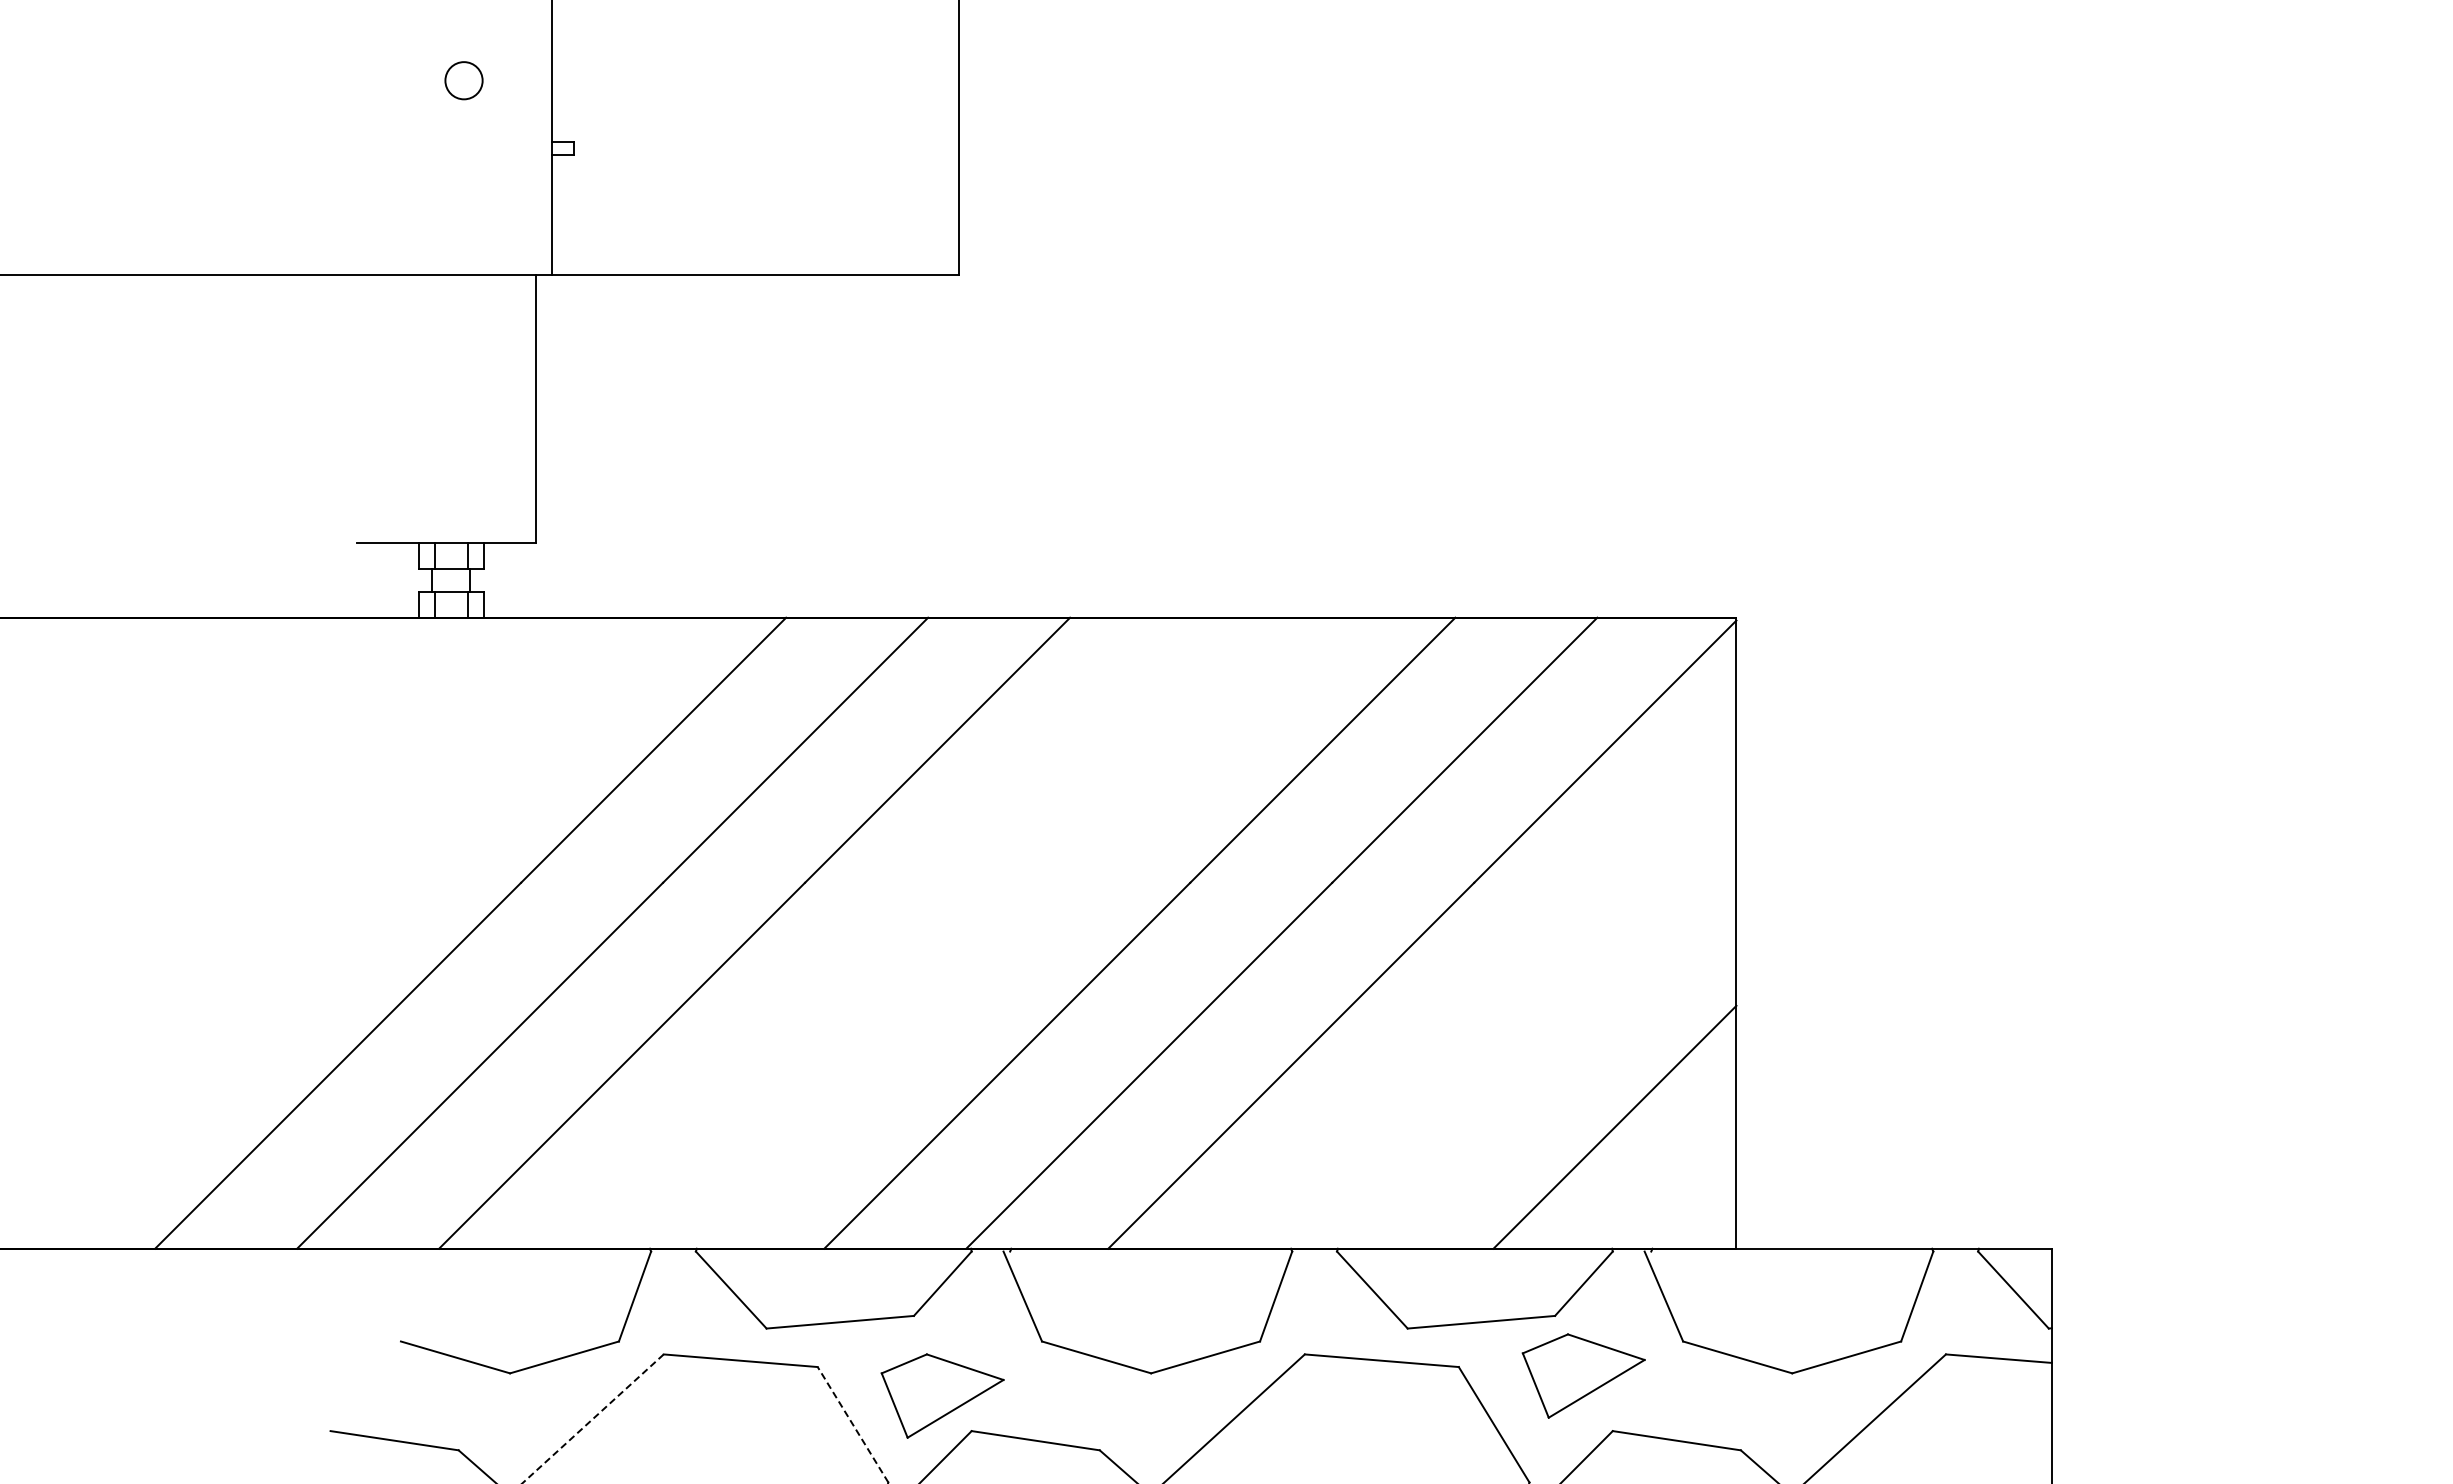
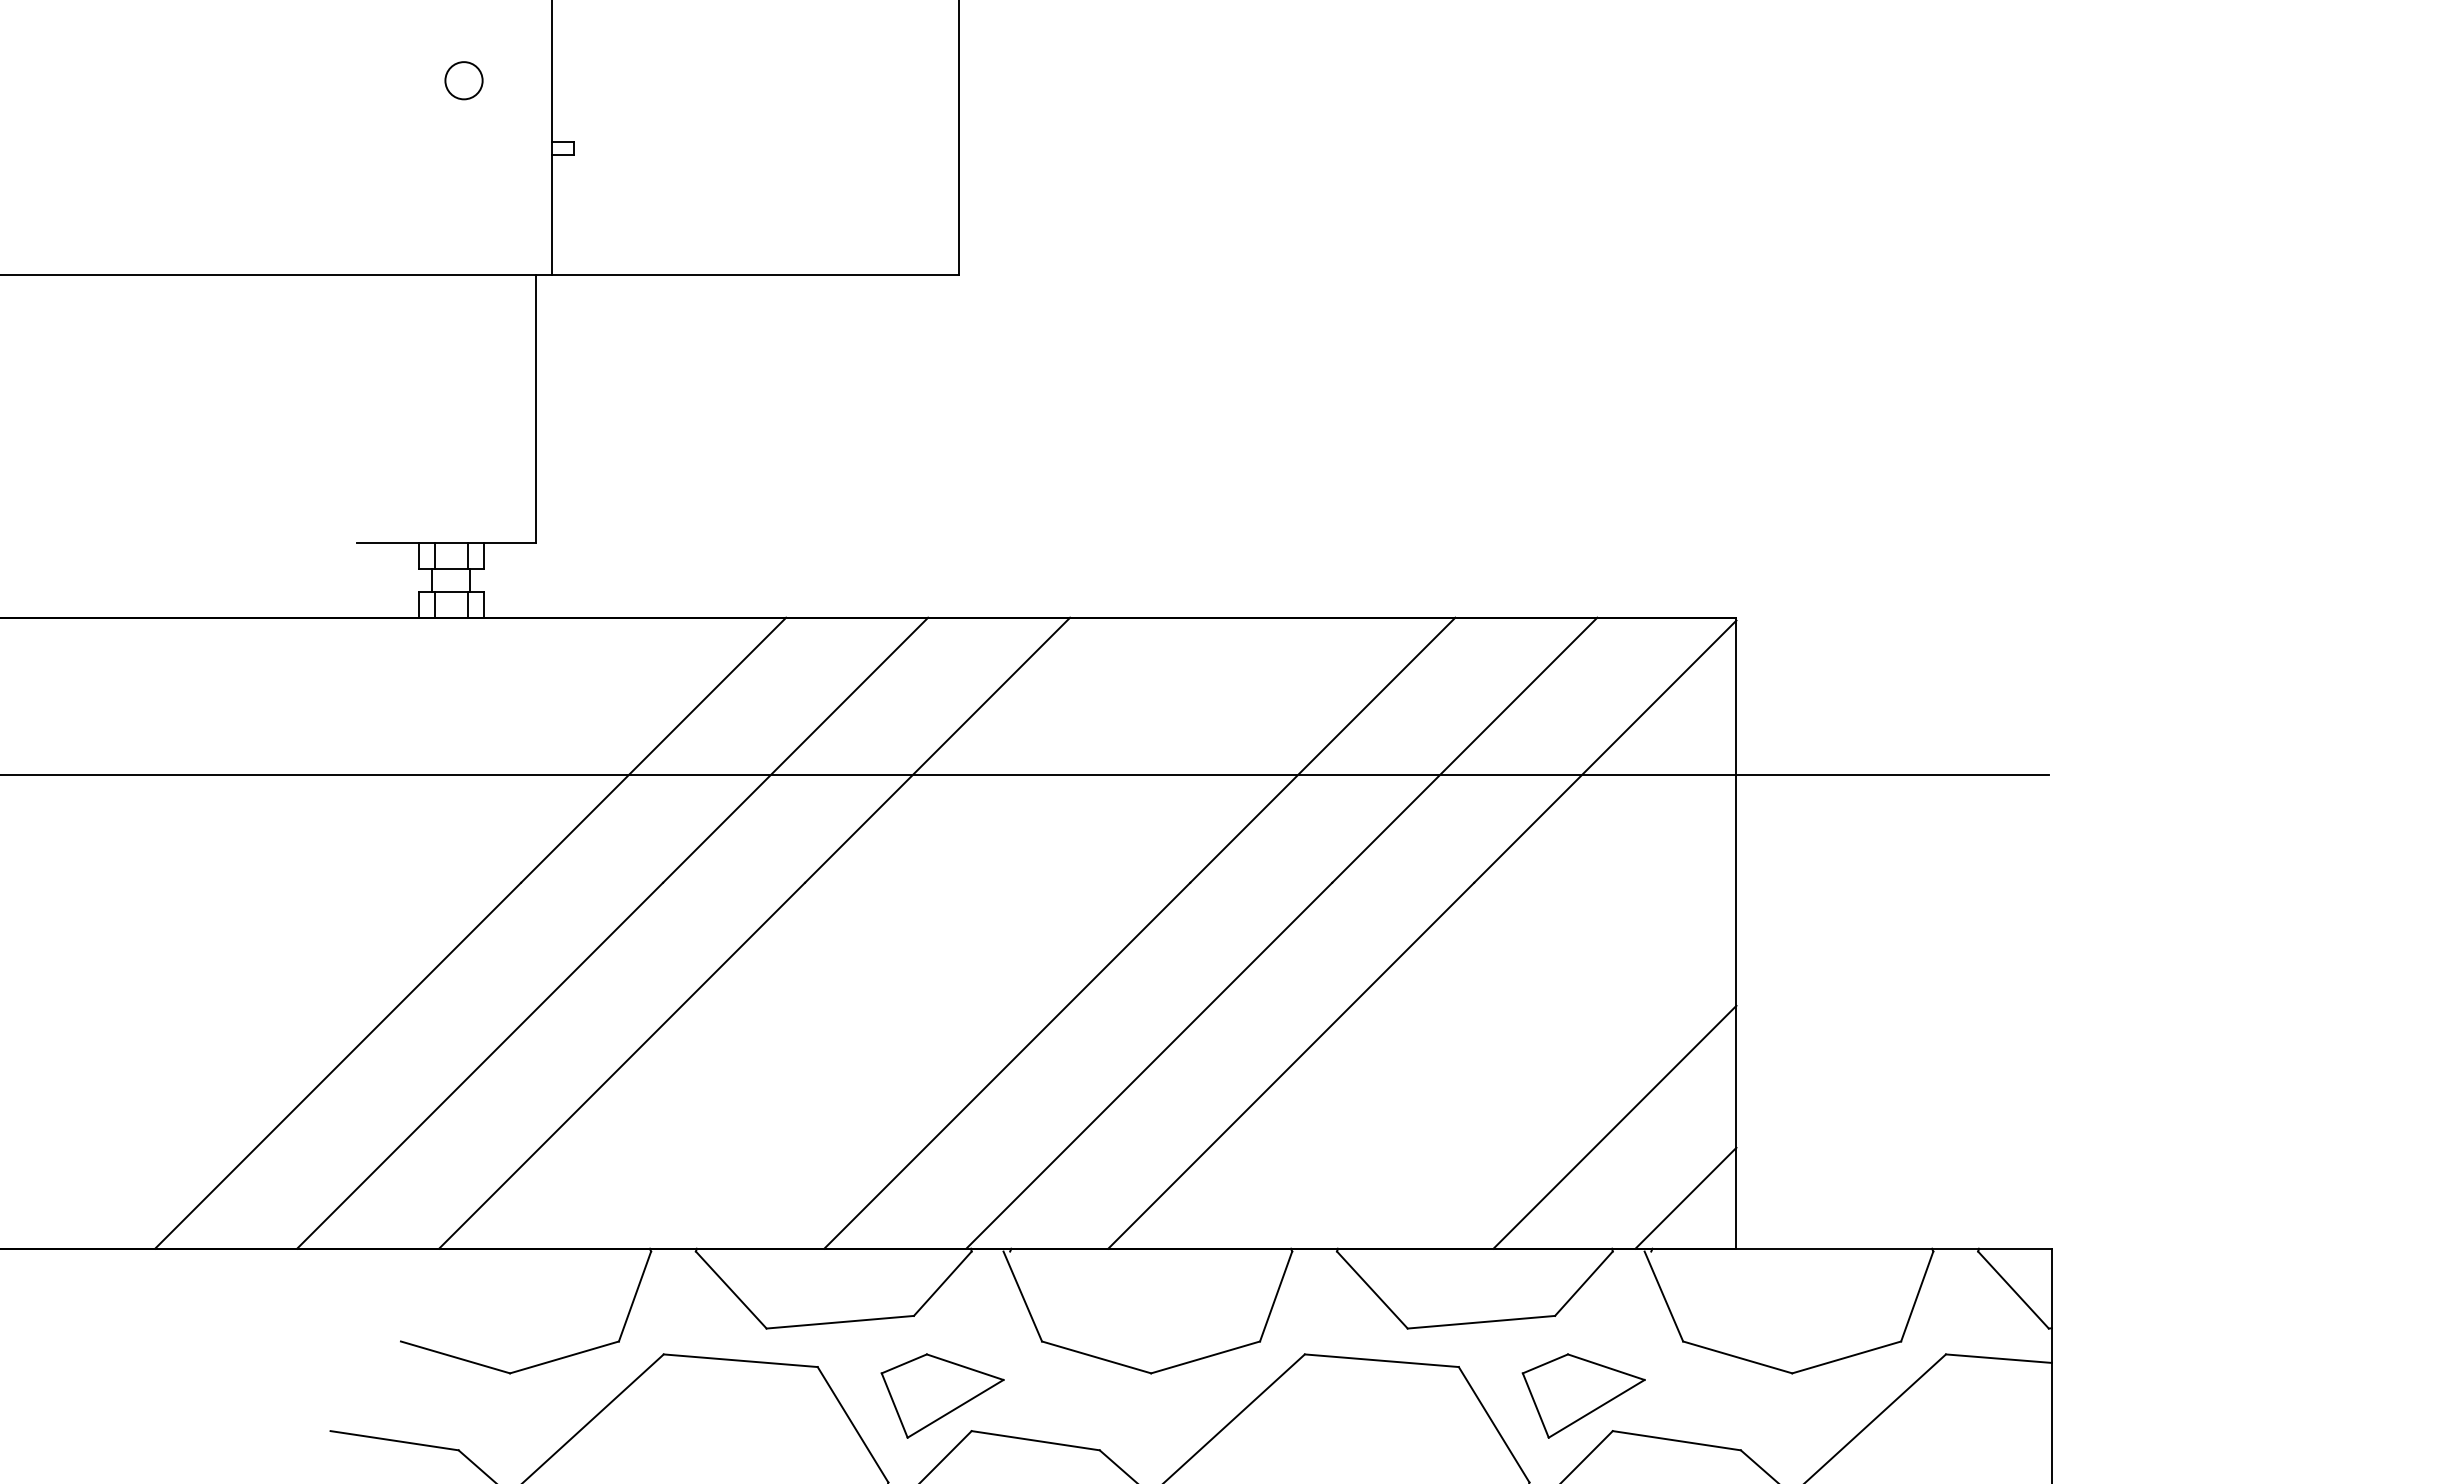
line at (1025, 775): none -> present
line at (1685, 1197): none -> present
part at (1583, 1375) position: (1583, 1375) -> (1583, 1395)
line at (593, 1418): dashed -> solid
line at (853, 1424): dashed -> solid
